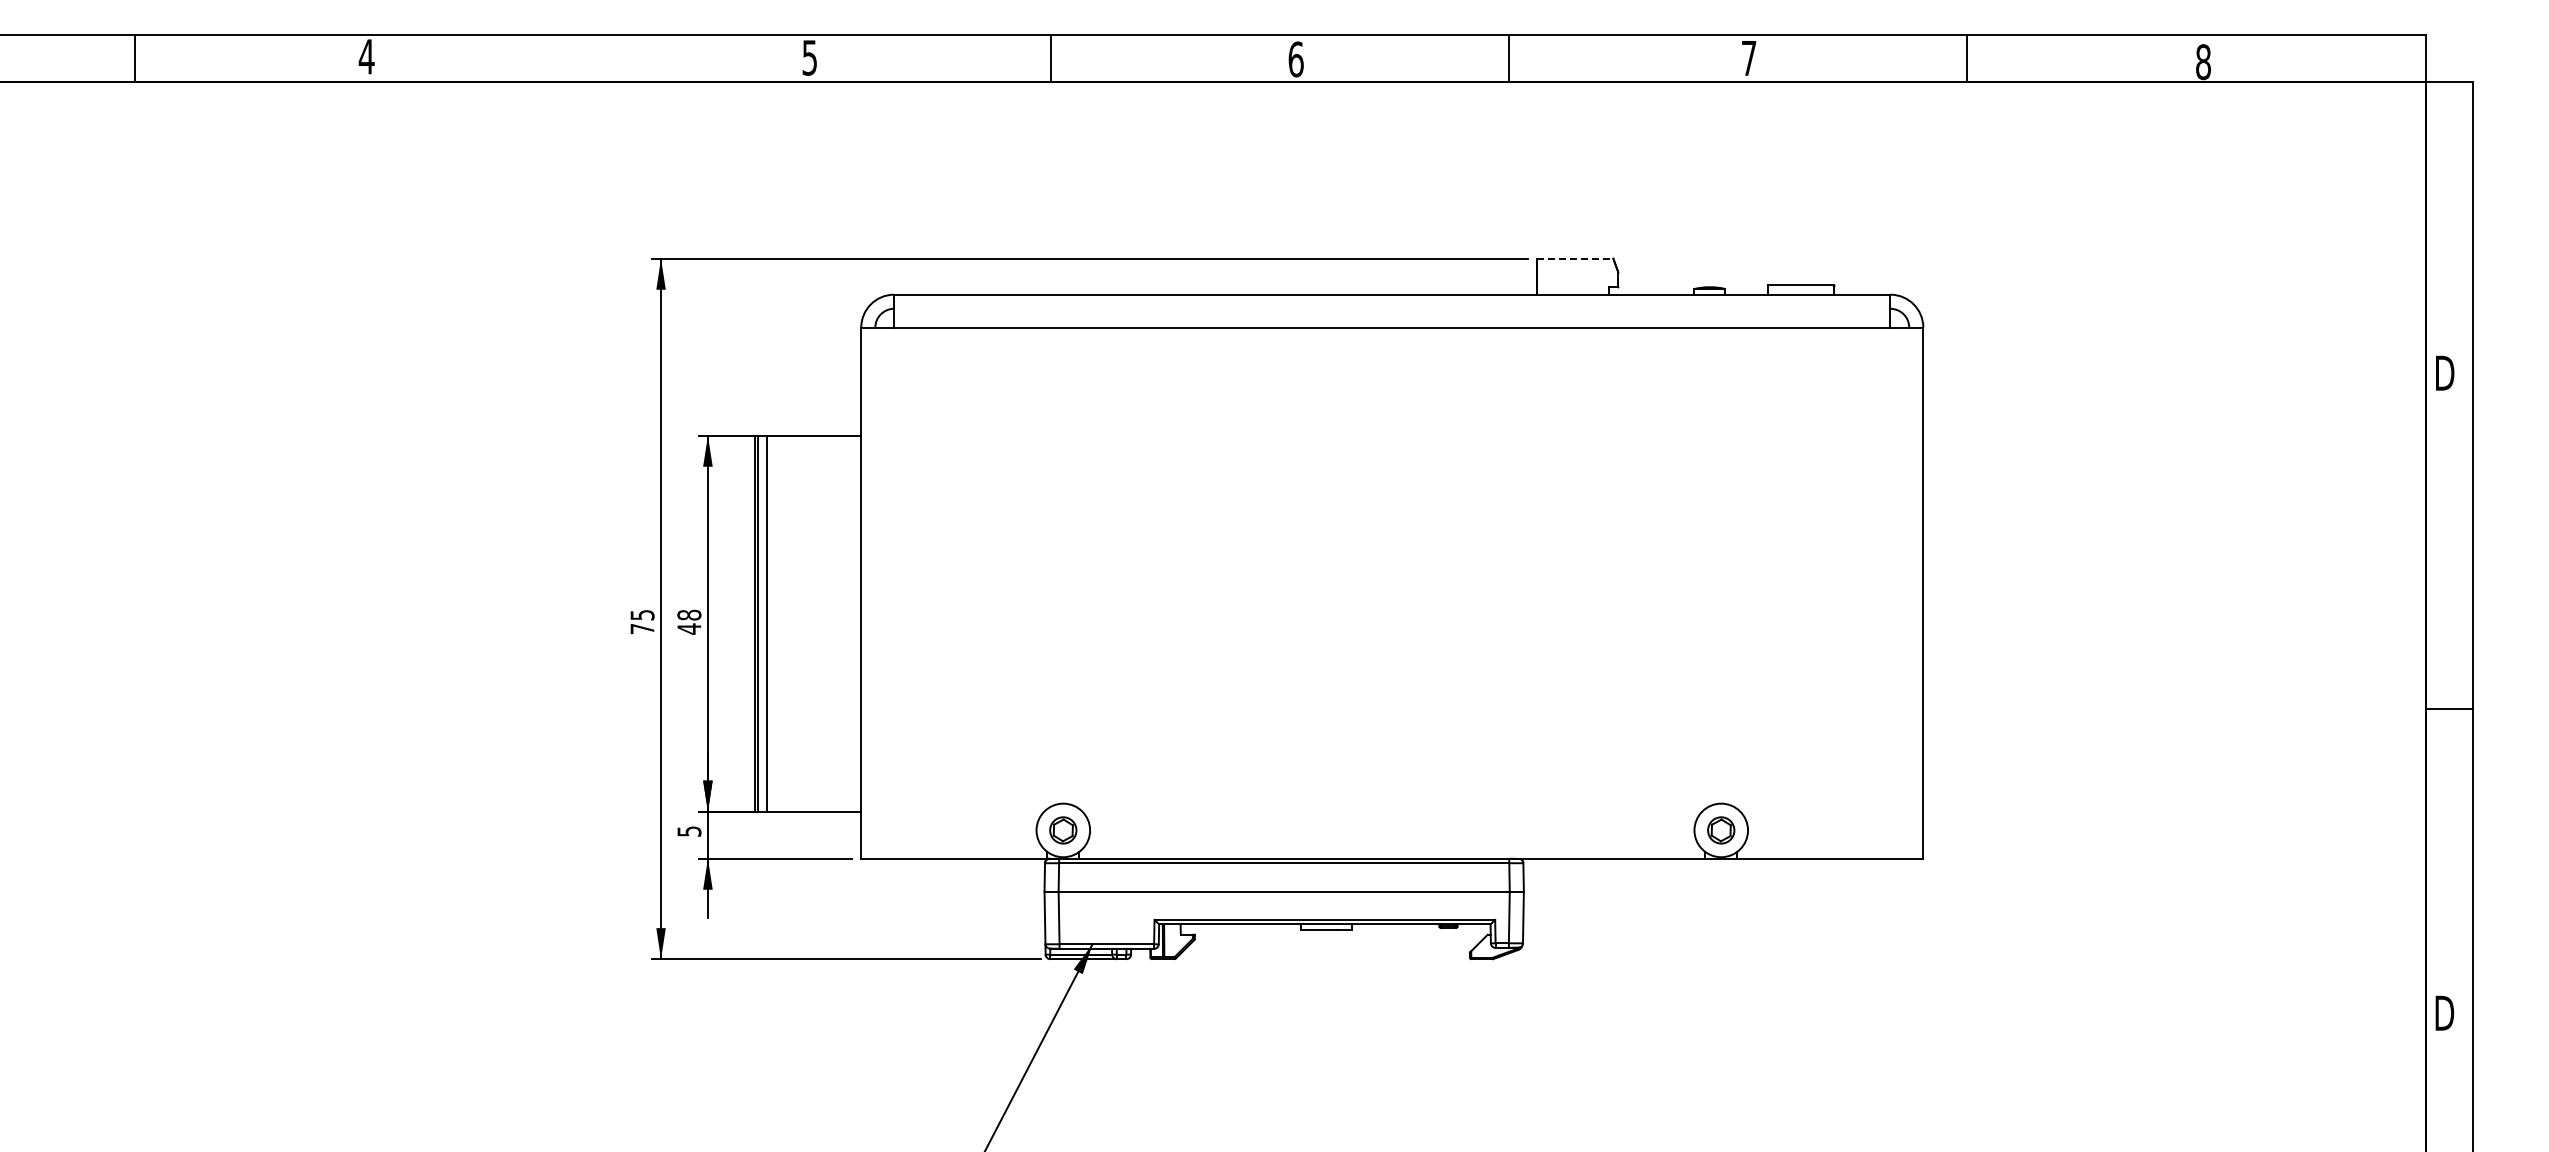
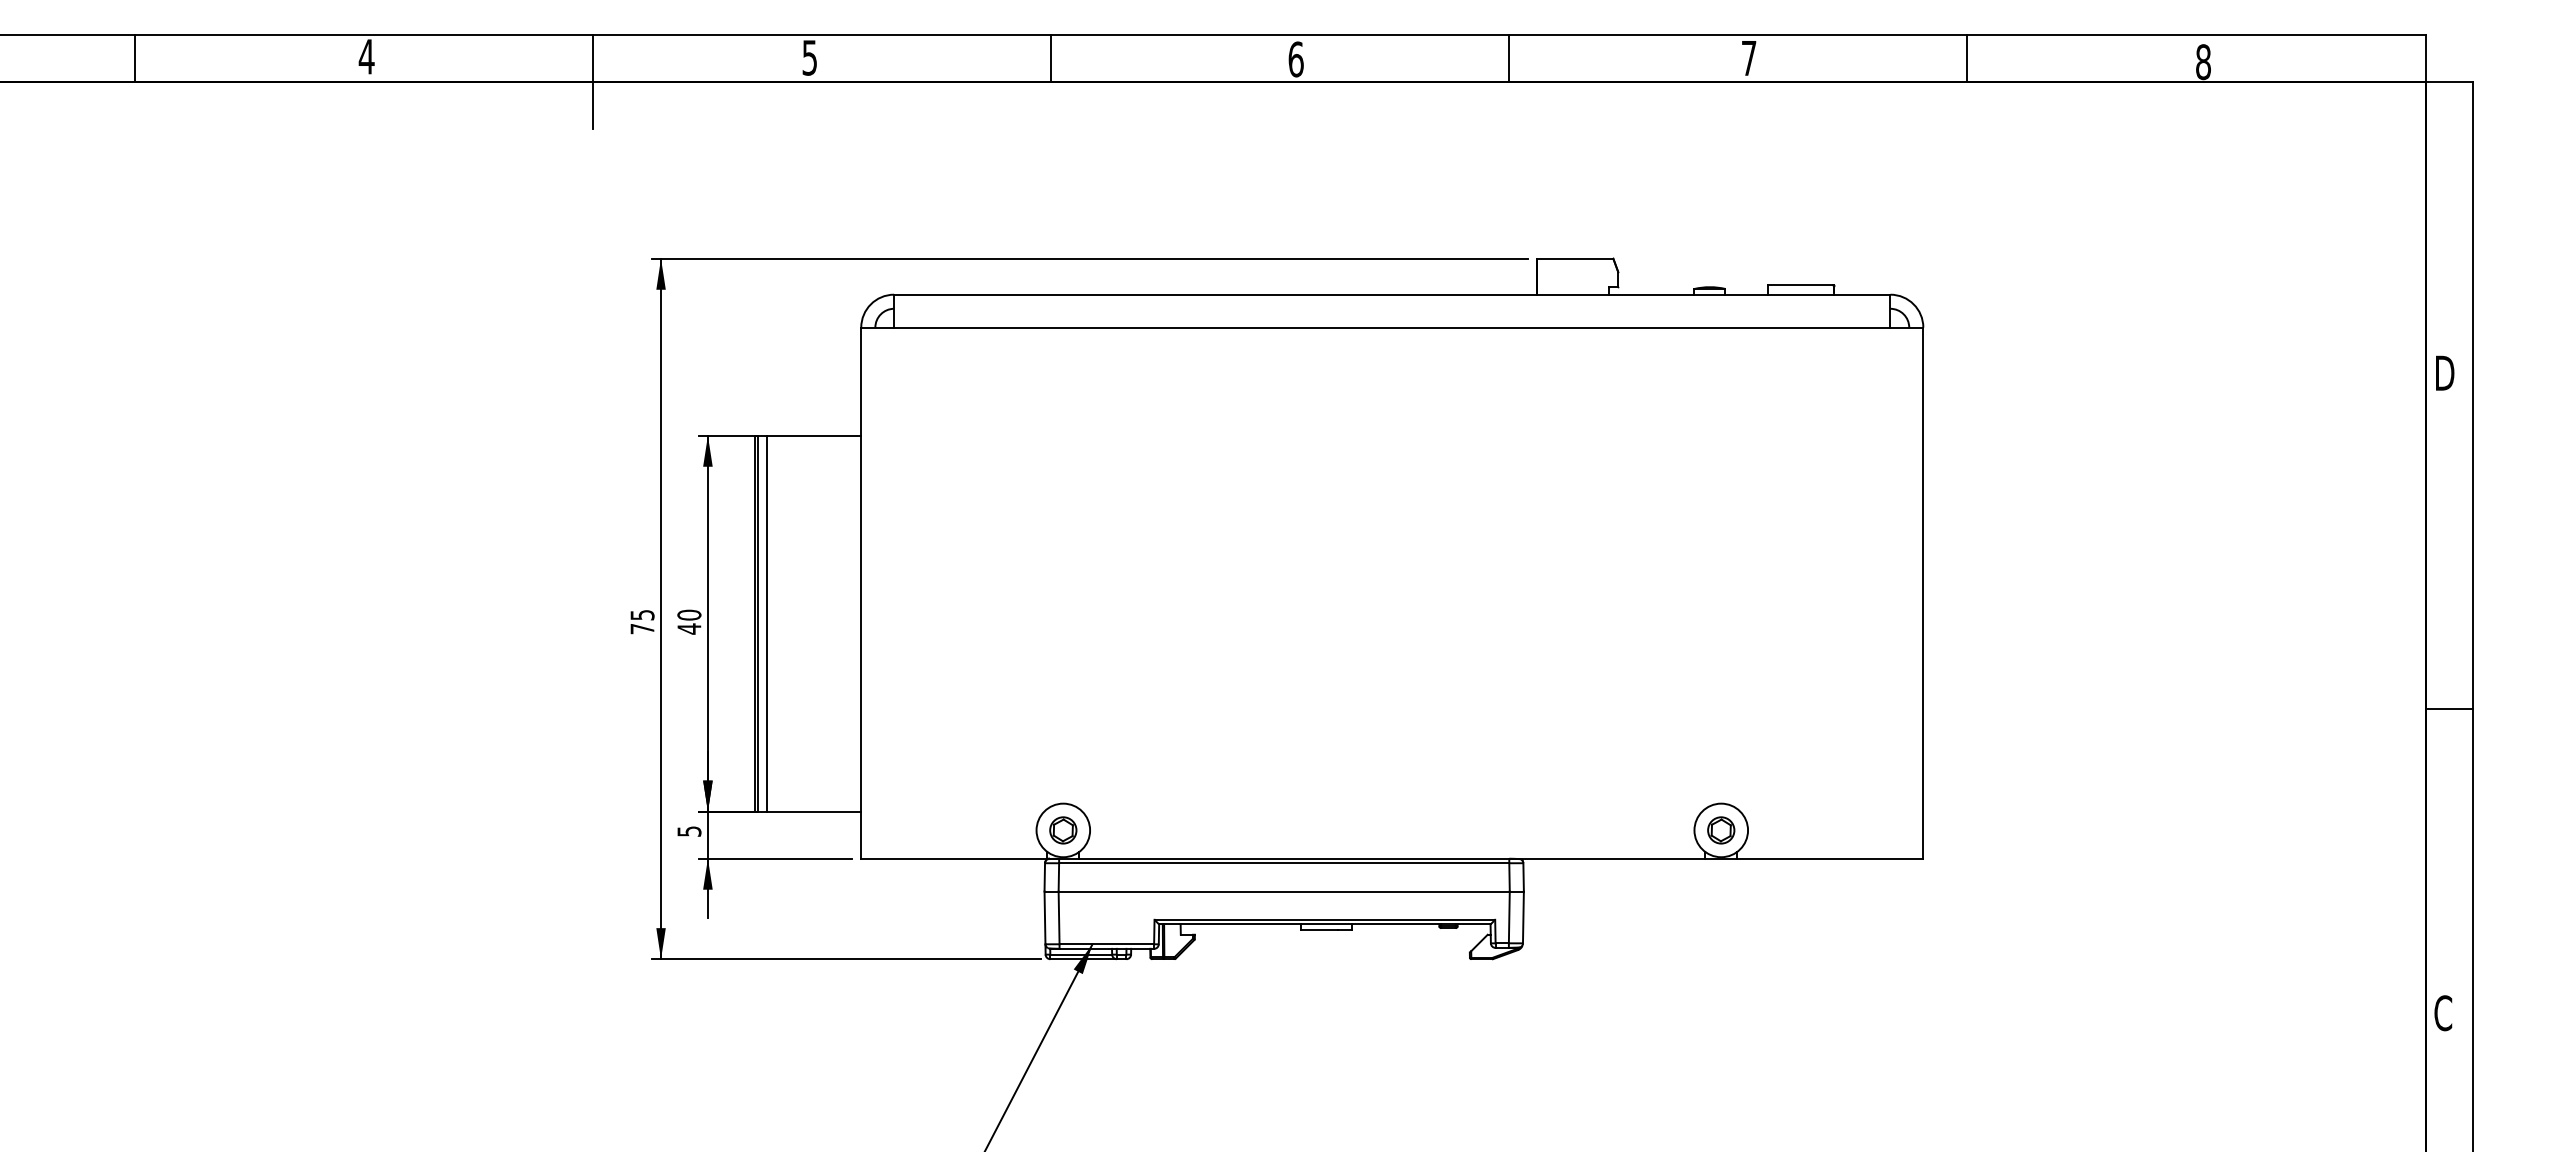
line at (592, 81): none -> present
line at (1575, 258): dashed -> solid
text at (689, 614): 48 -> 40
text at (2444, 1013): D -> C
